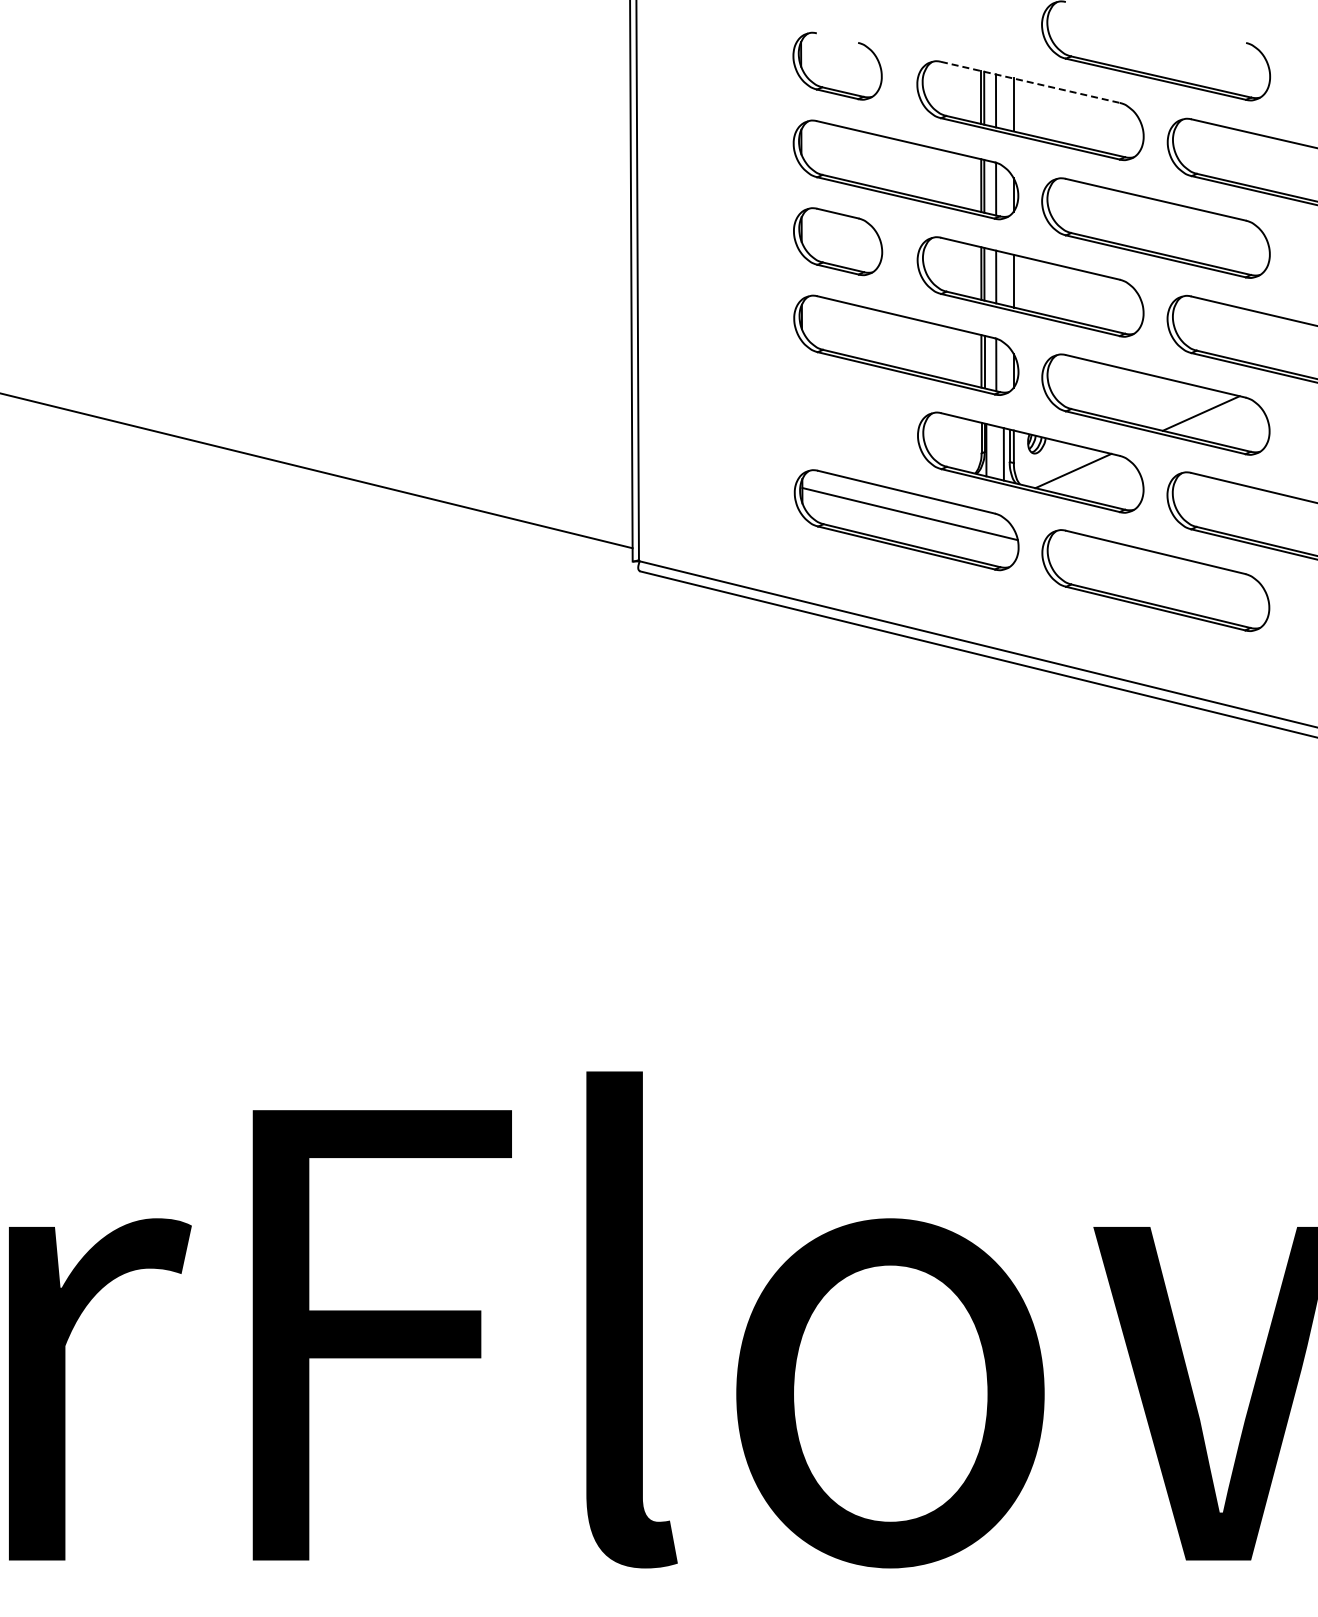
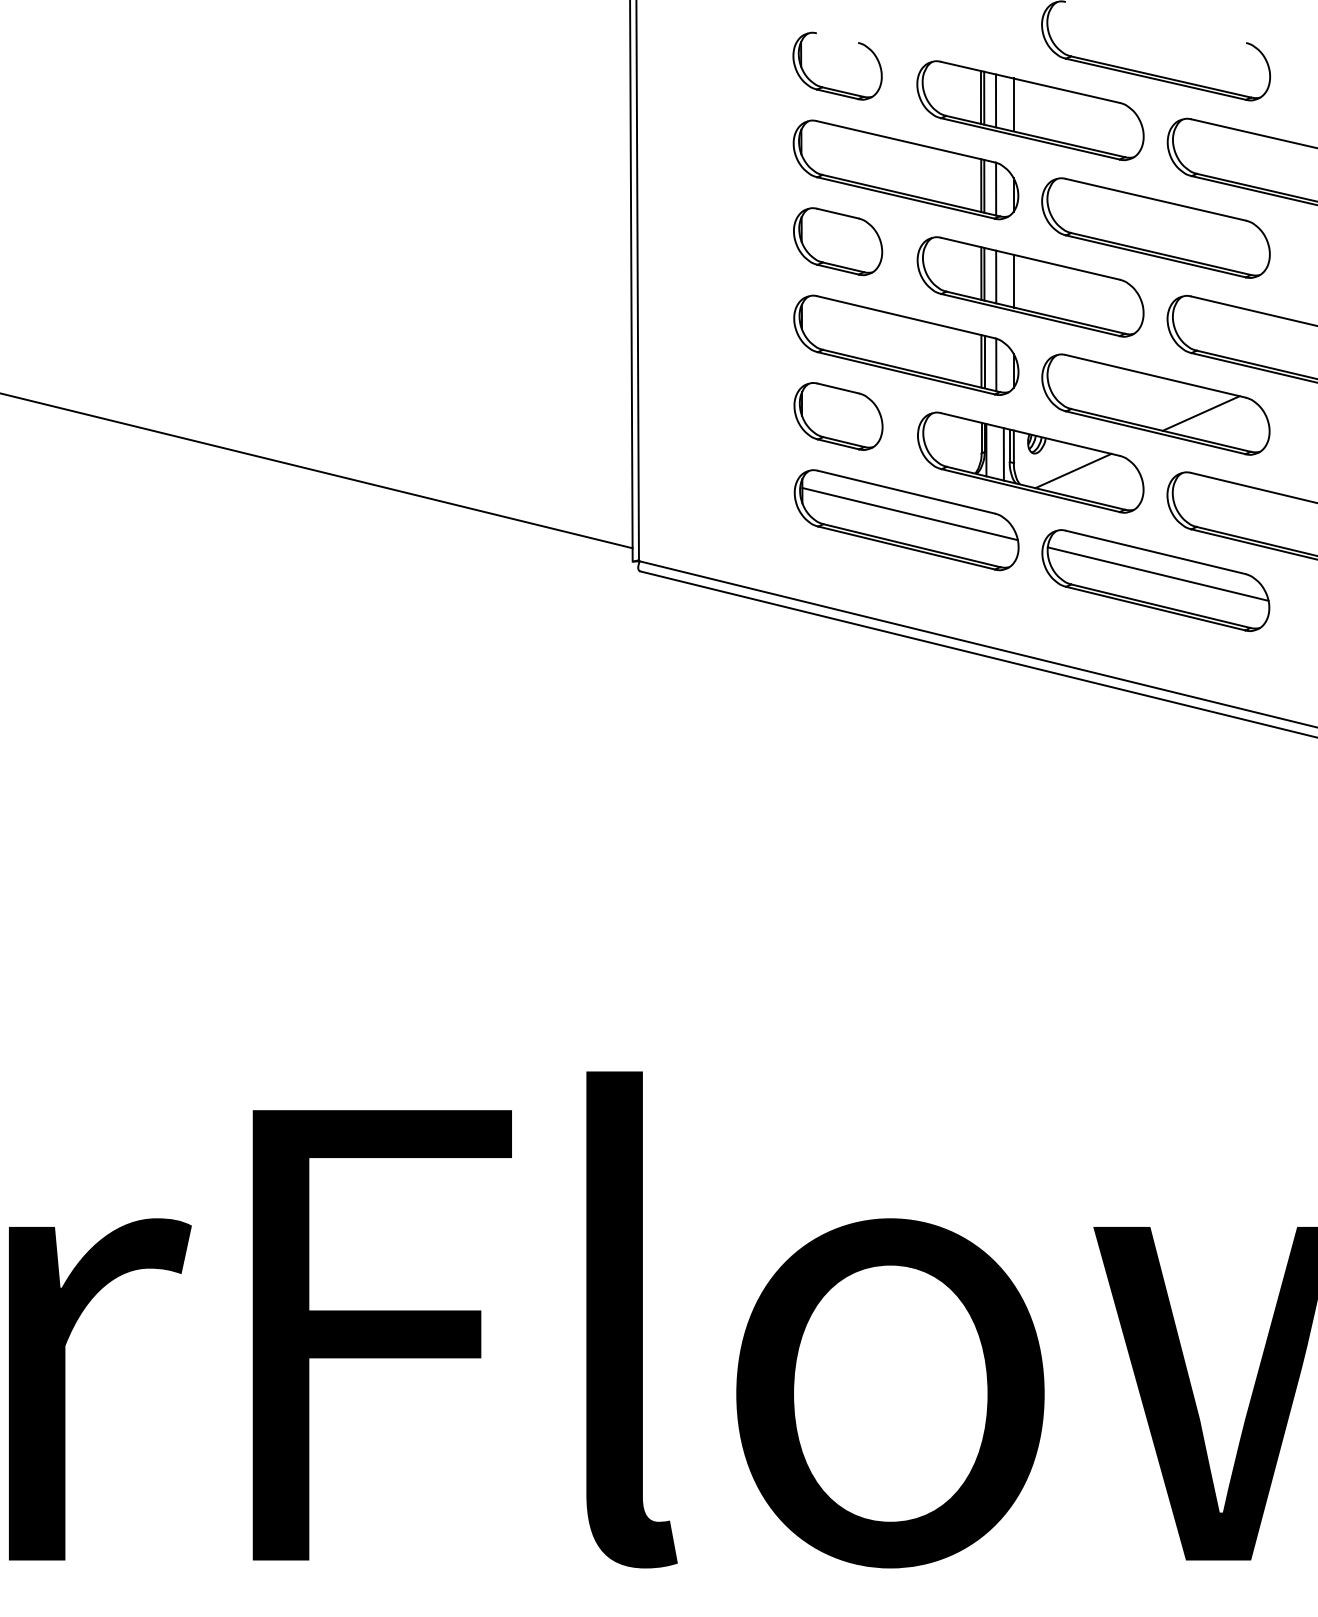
line at (1030, 82): dashed -> solid
part at (838, 416): none -> present
line at (1157, 573): none -> present
